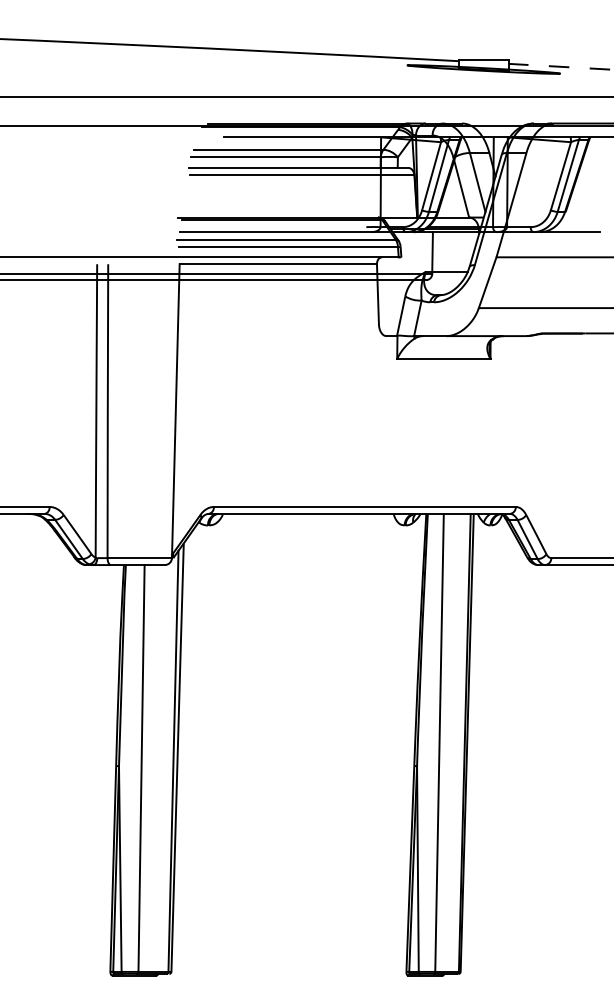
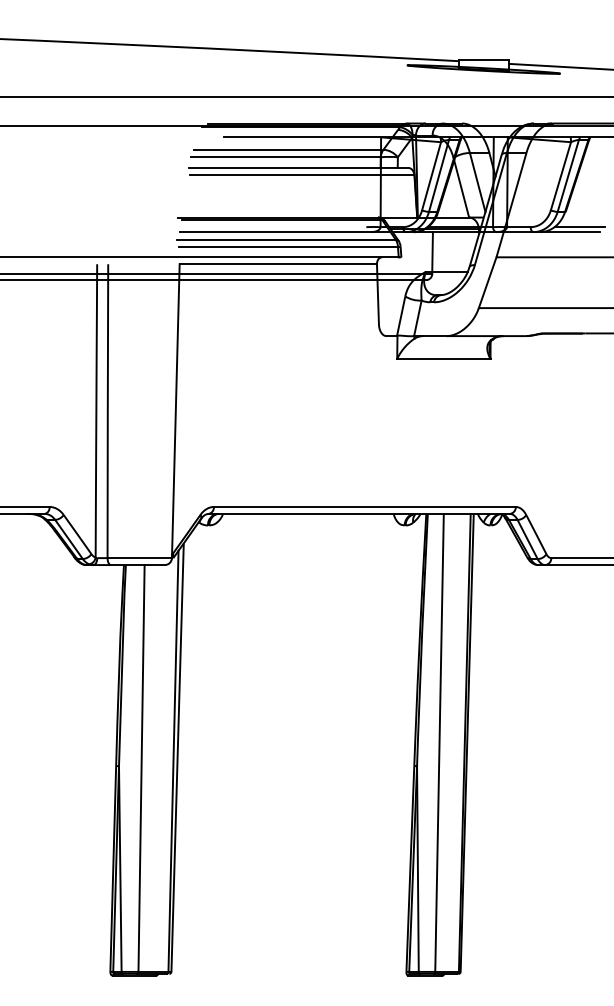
line at (560, 66): dashed -> solid
line at (579, 227): none -> present
